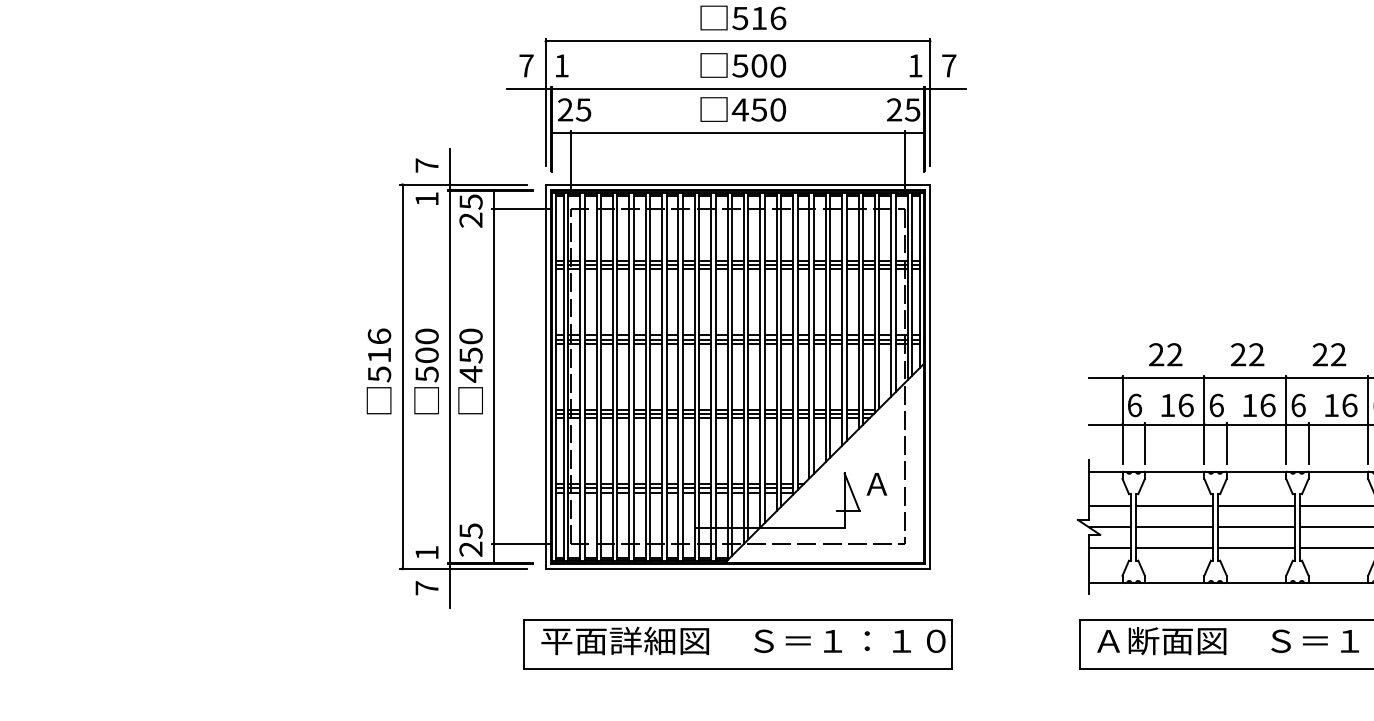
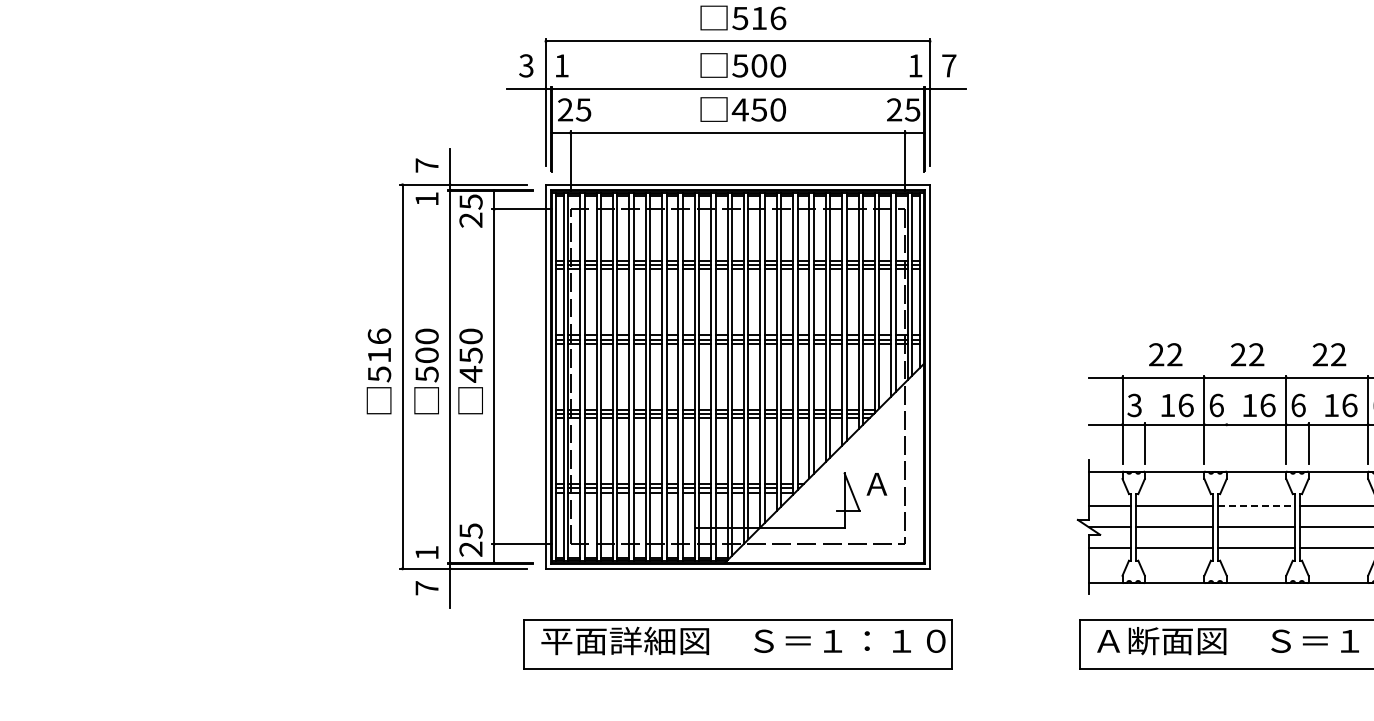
text at (526, 65): 7 -> 3
text at (1134, 405): 6 -> 3
line at (1226, 442): present -> none
line at (1256, 506): solid -> dashed
